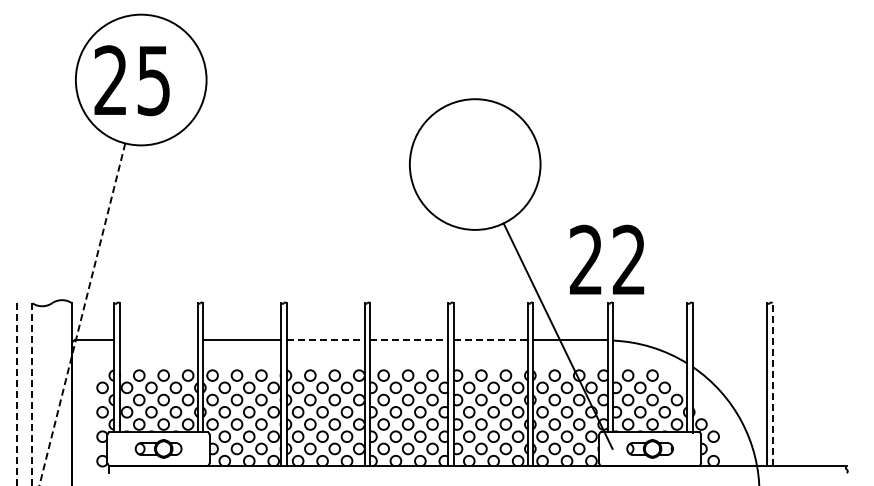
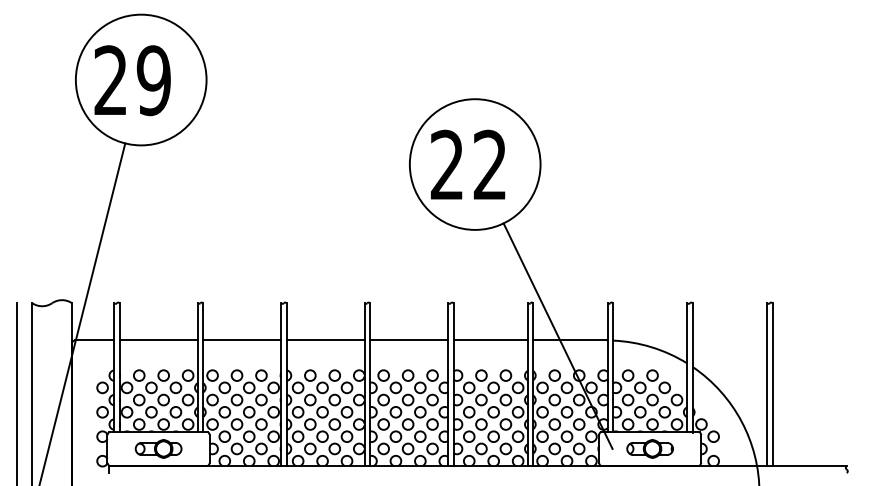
text at (153, 80): 25 -> 29
text at (607, 259) position: (607, 259) -> (468, 164)
line at (82, 314): dashed -> solid
line at (158, 340): none -> present
line at (325, 340): dashed -> solid
line at (409, 340): dashed -> solid
line at (491, 340): dashed -> solid
line at (772, 384): dashed -> solid
line at (17, 394): dashed -> solid
line at (32, 394): dashed -> solid
